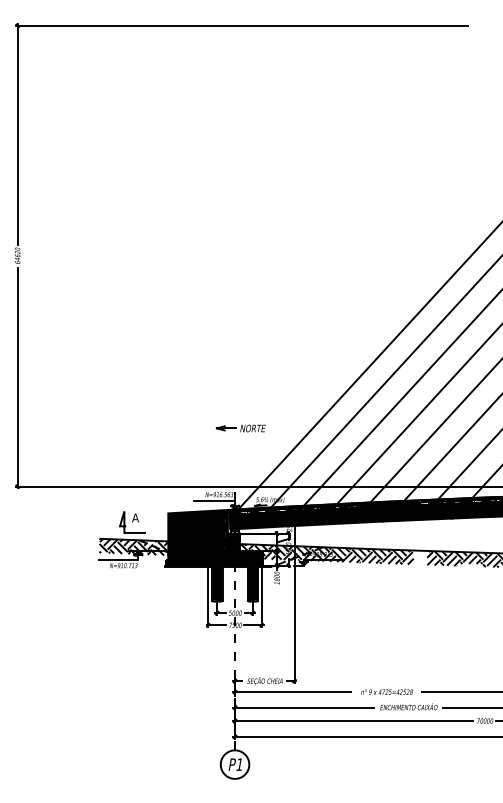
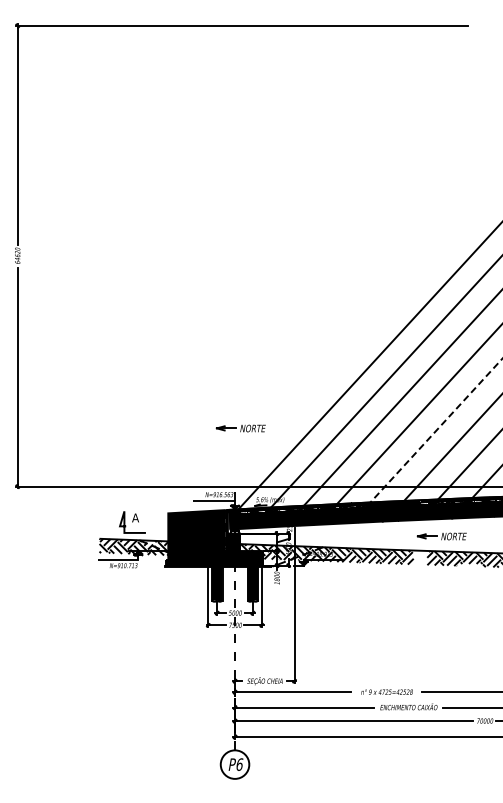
line at (435, 432): solid -> dashed
part at (441, 536): none -> present
text at (239, 764): P1 -> P6
